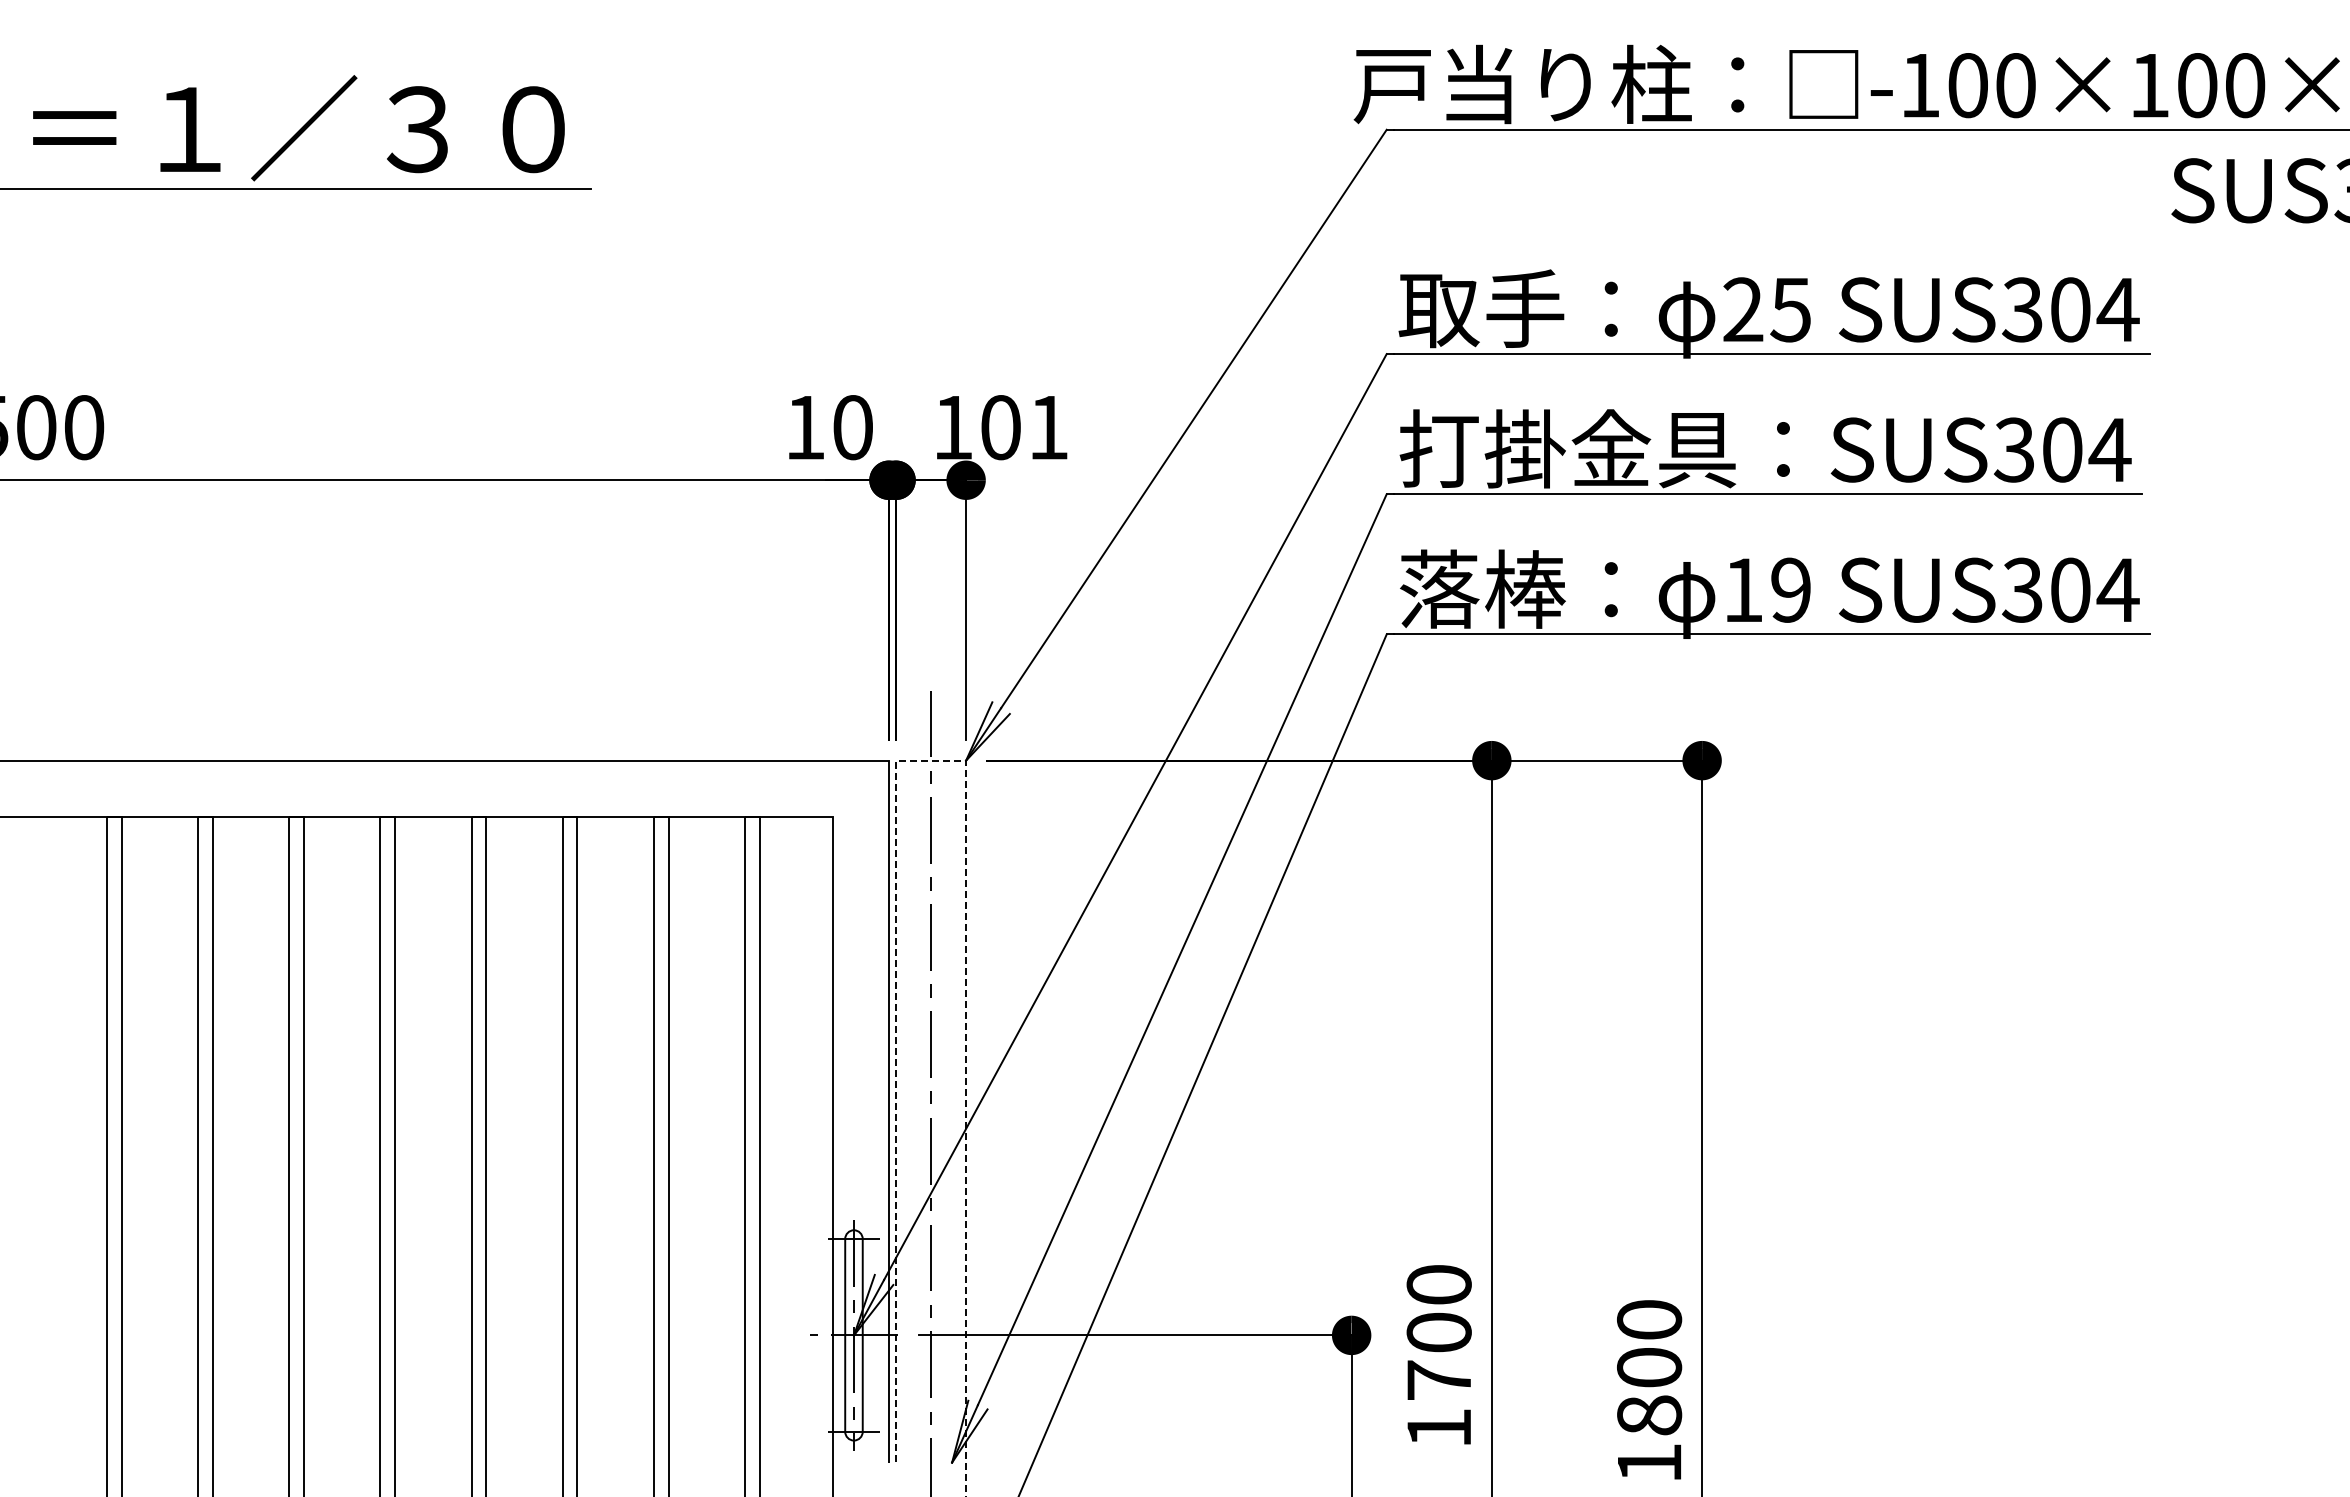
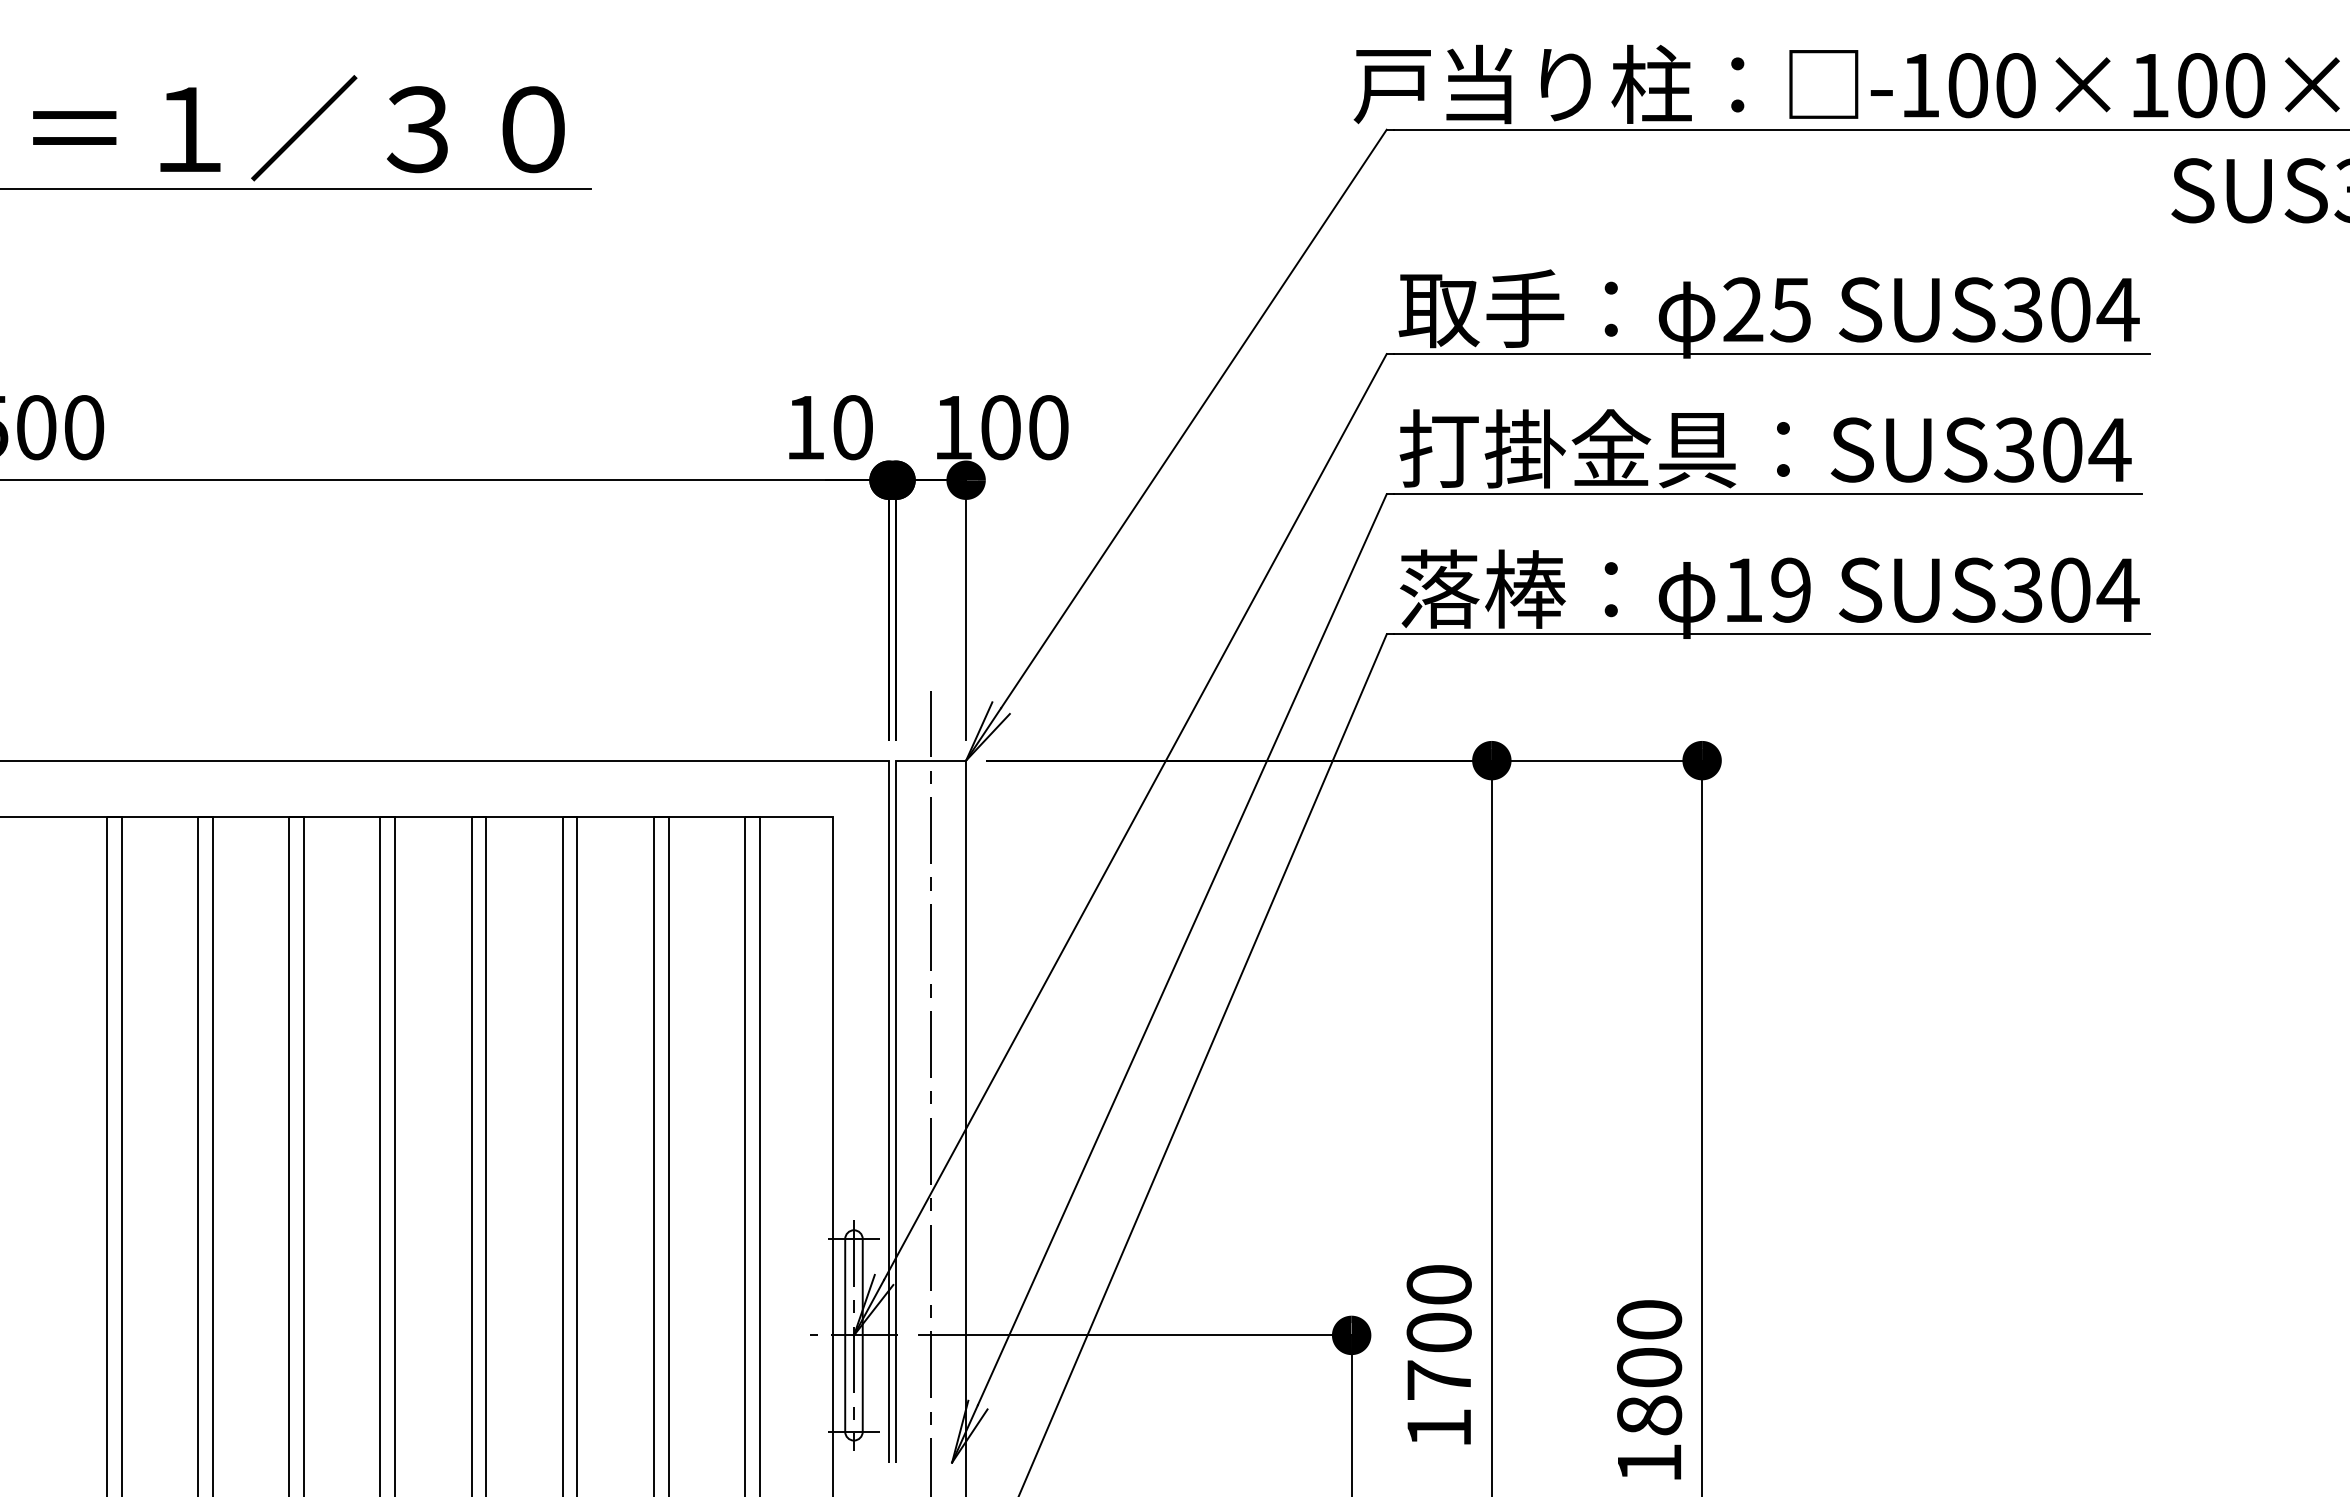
text at (1048, 427): 101 -> 100
line at (947, 760): dashed -> solid
